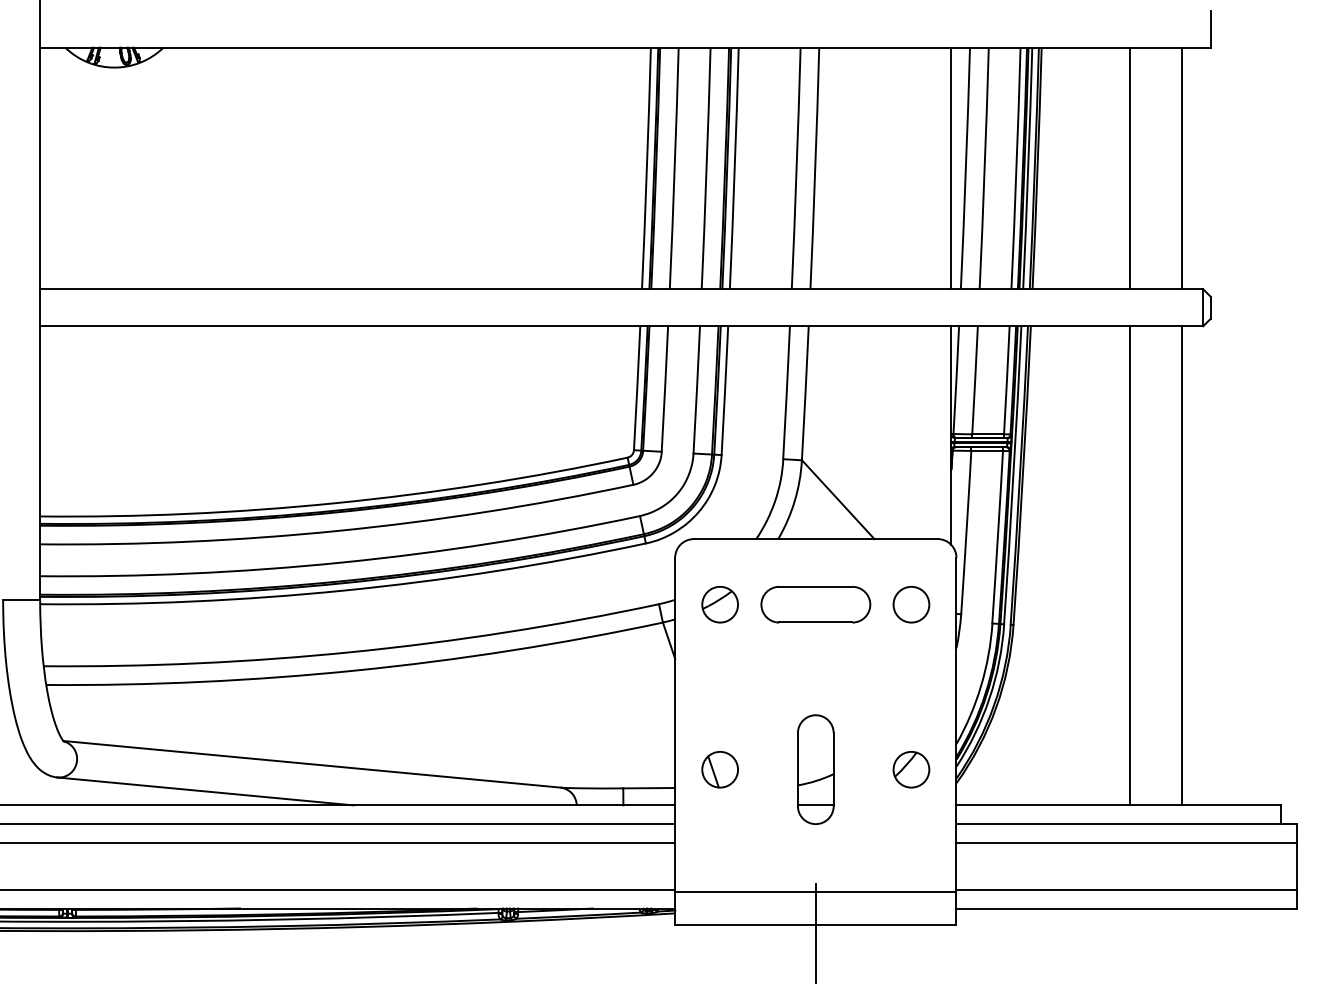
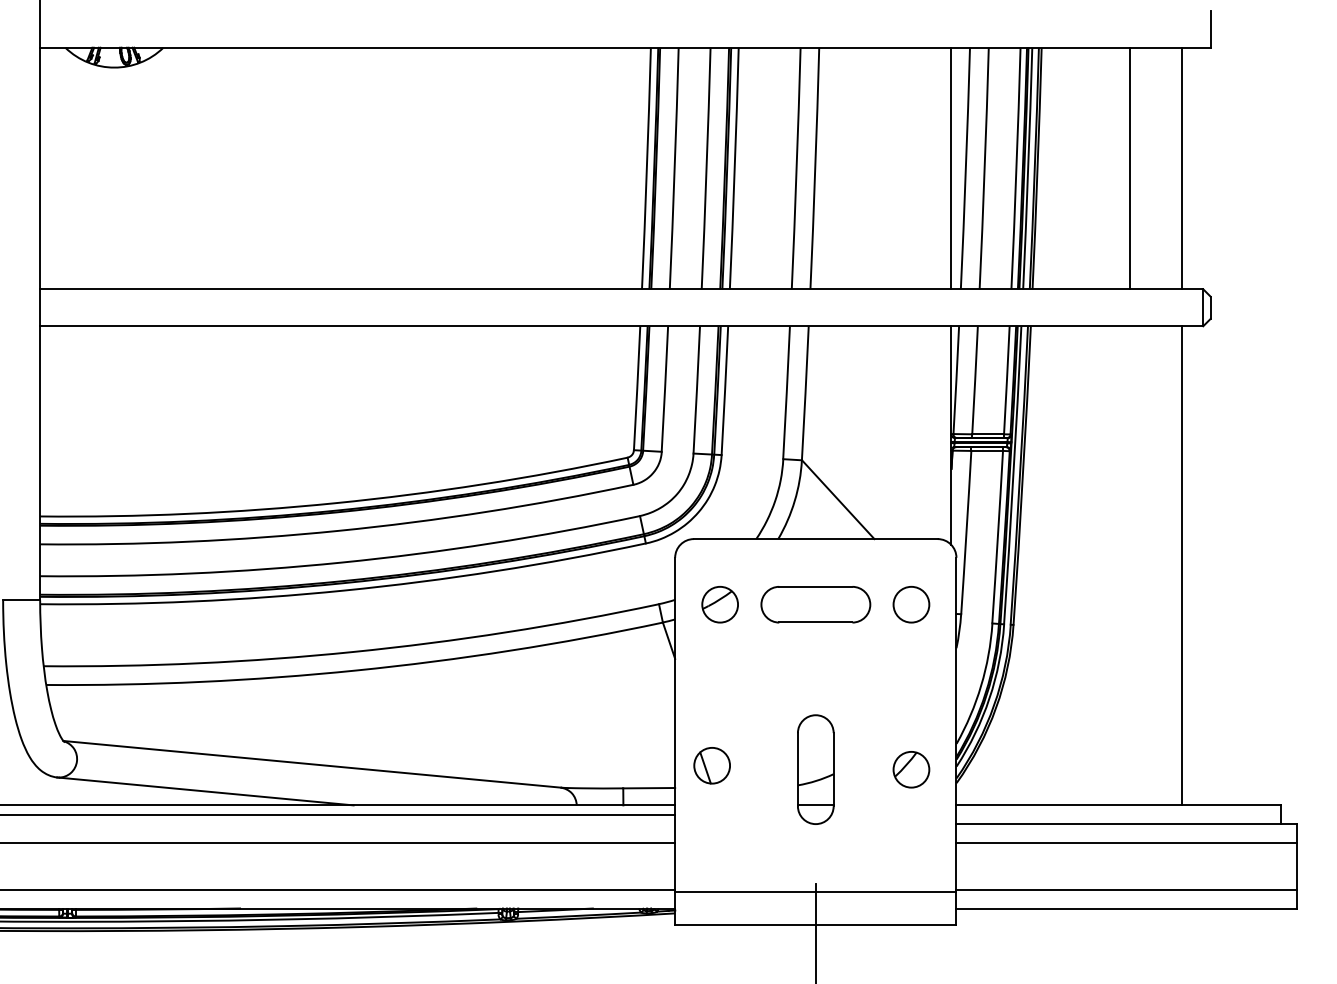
line at (1130, 565): present -> none
part at (719, 769) position: (719, 769) -> (711, 765)
line at (338, 824) position: (338, 824) -> (338, 815)
